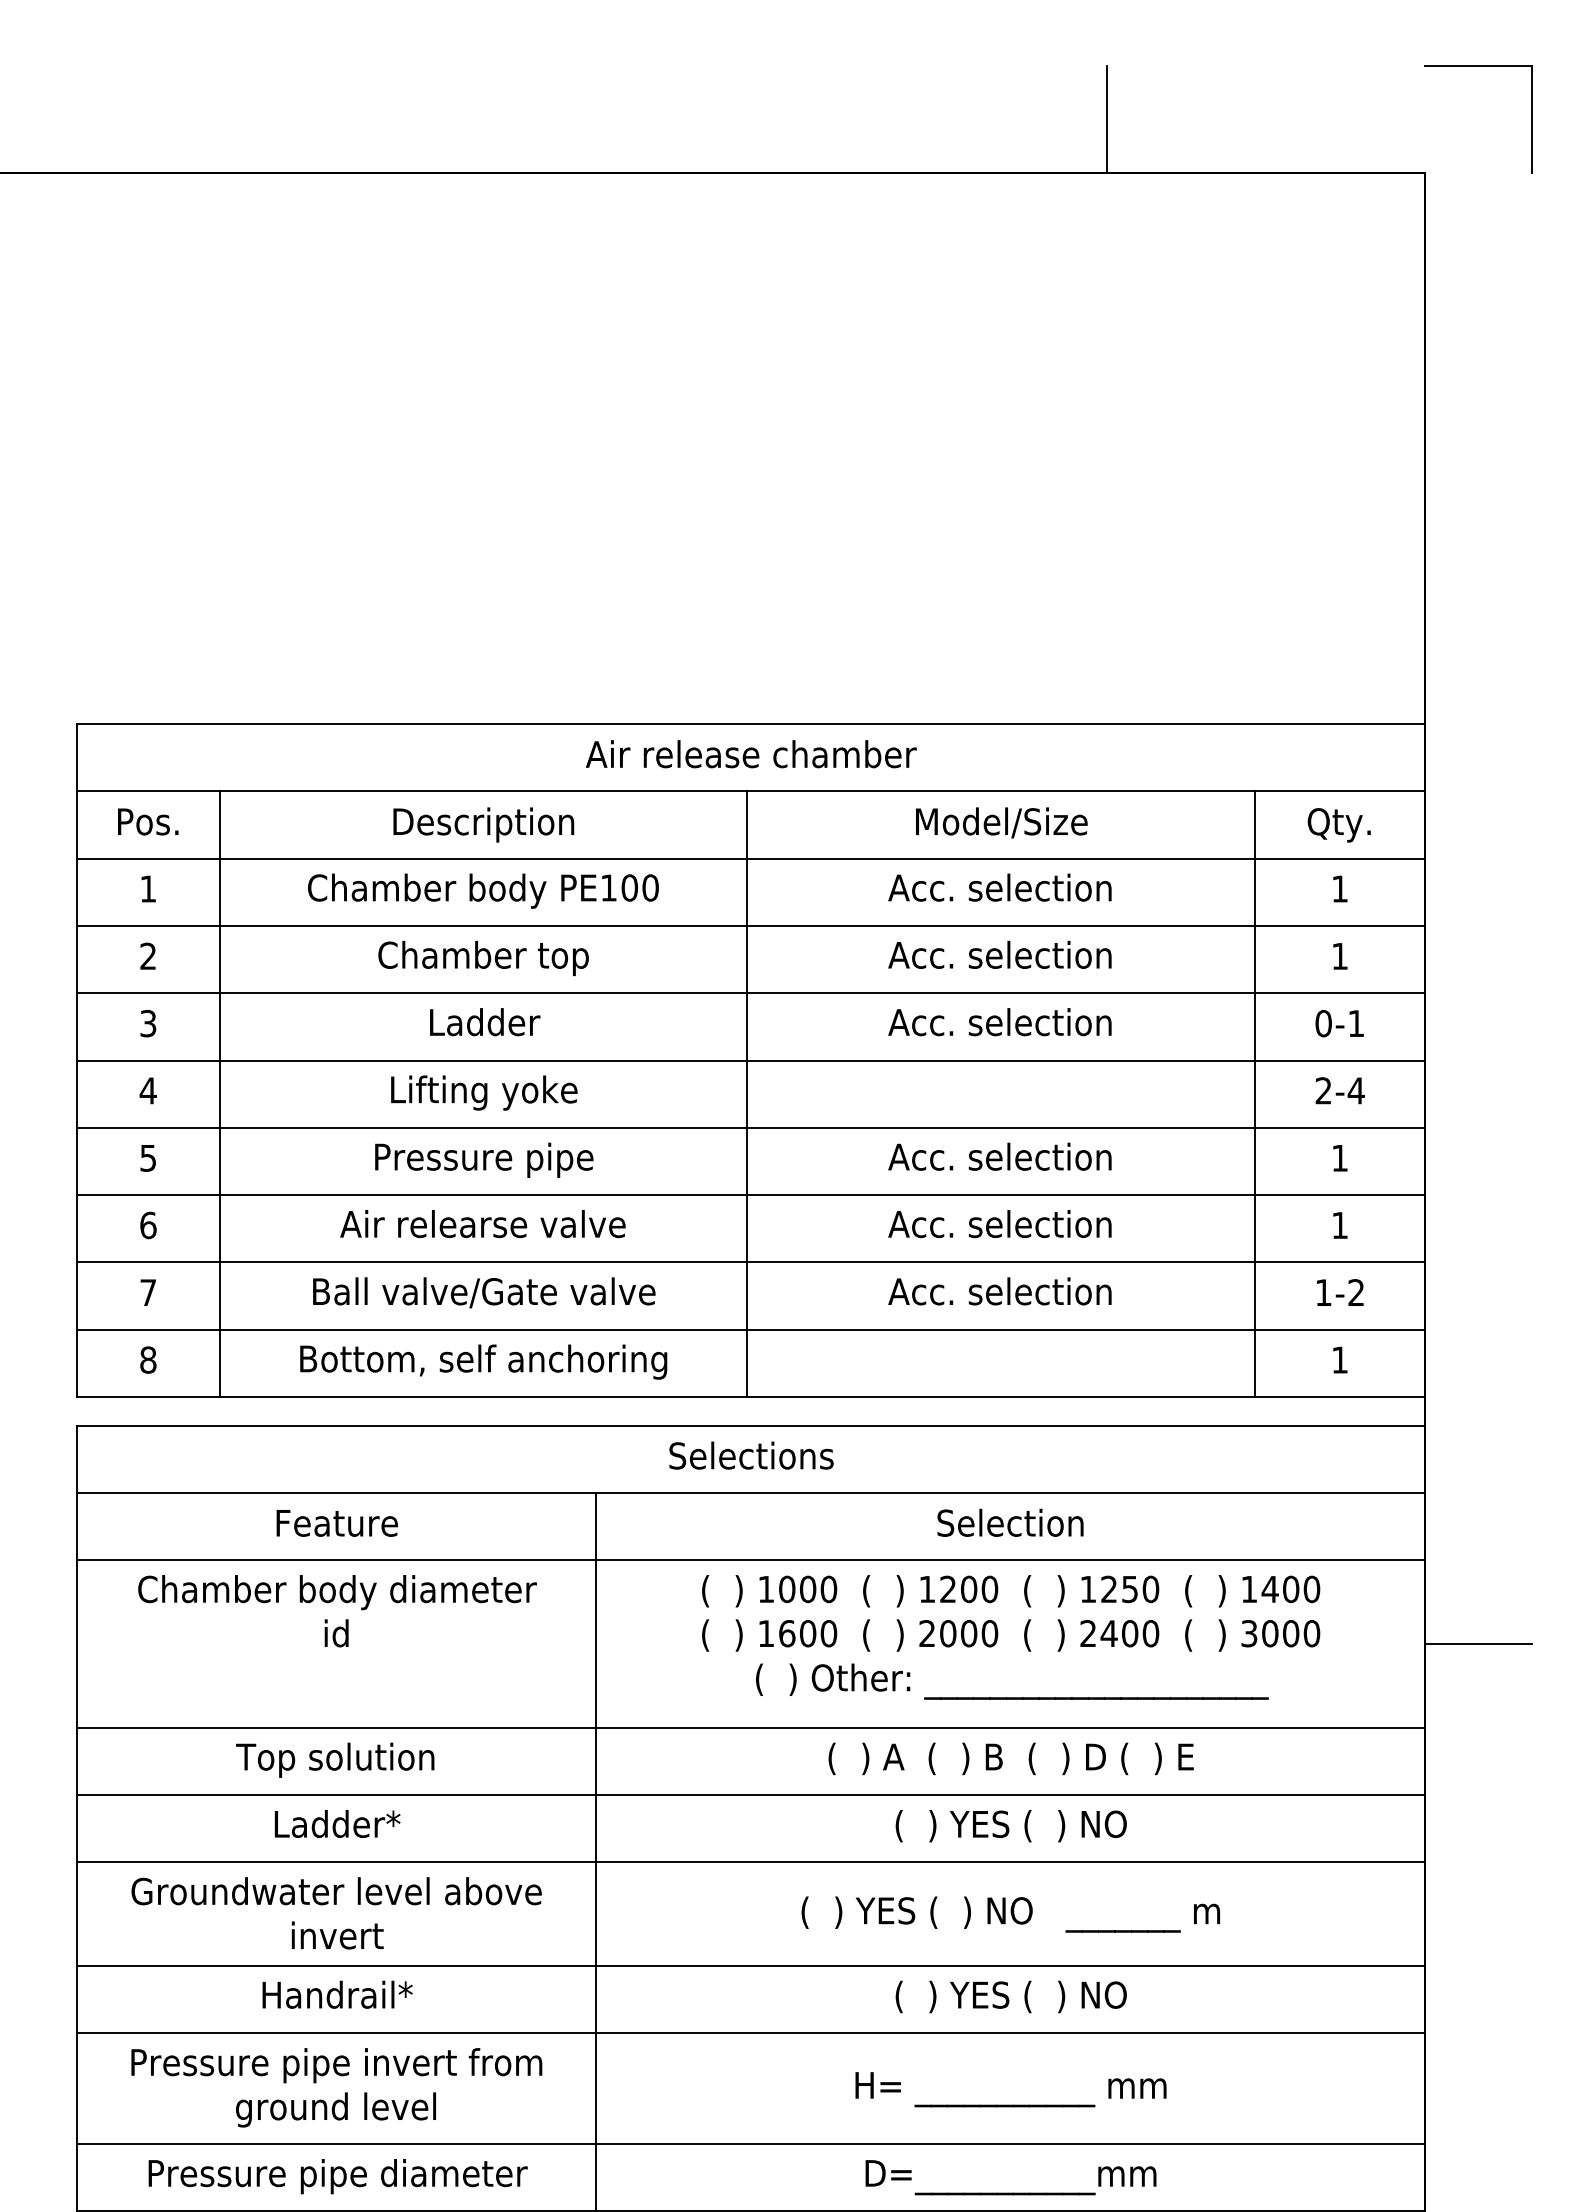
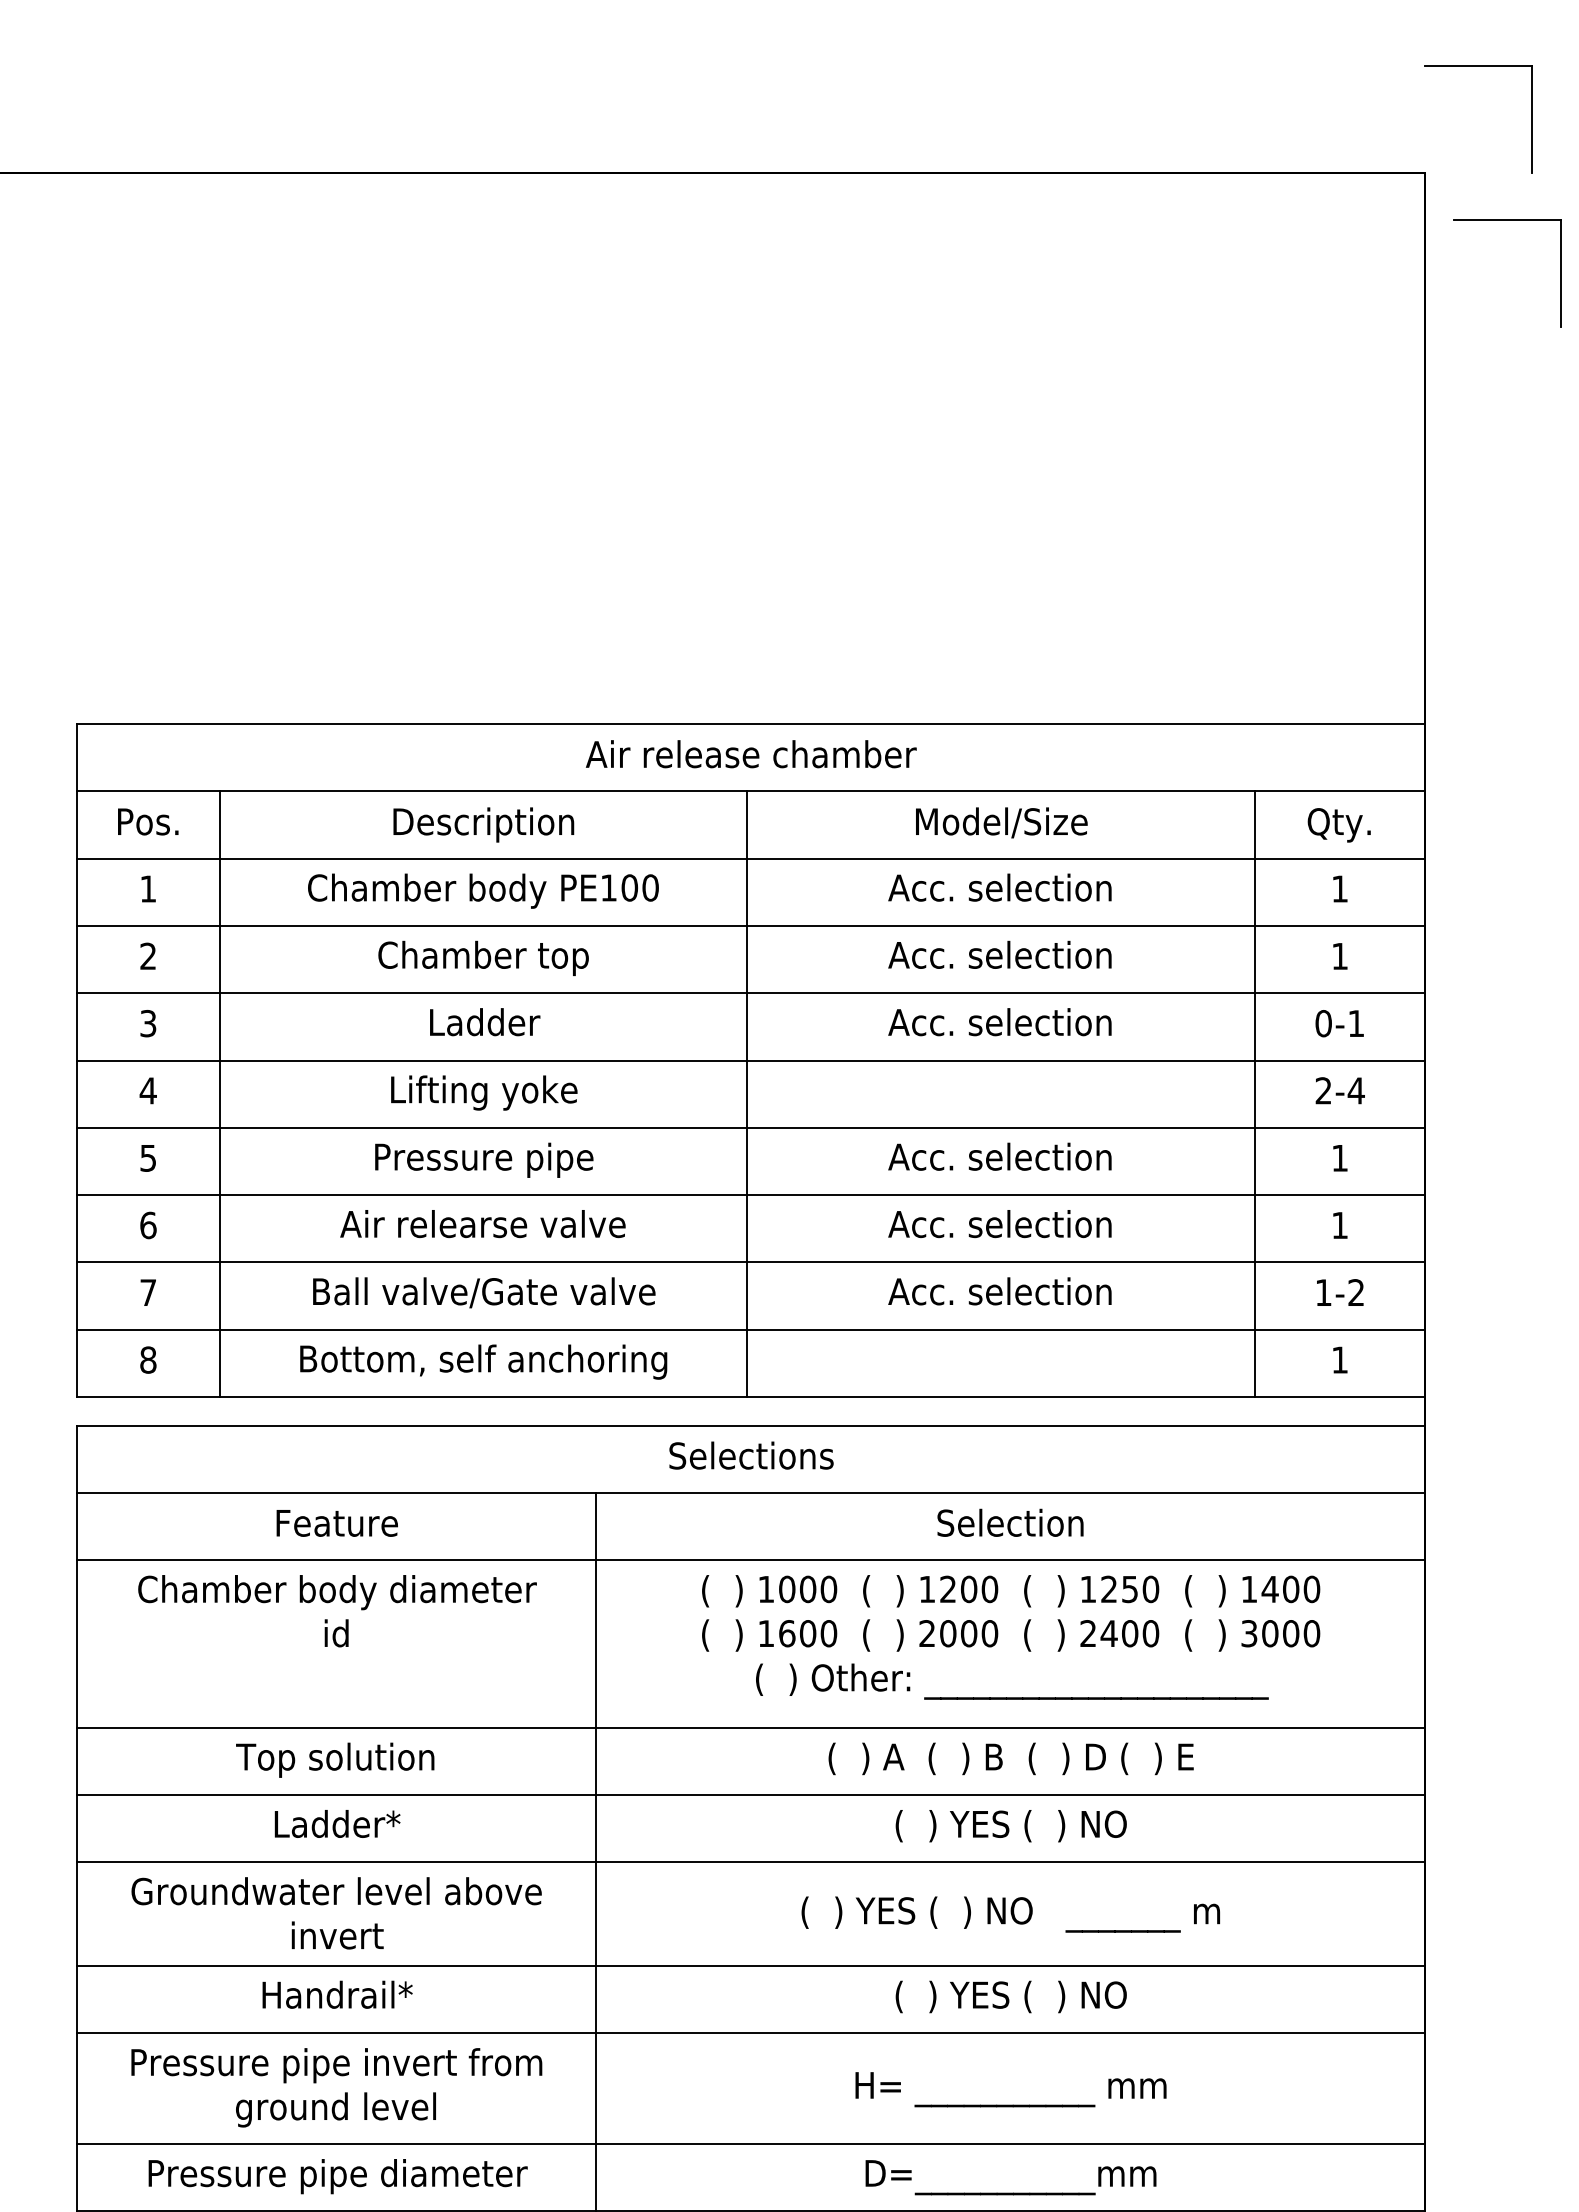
line at (1106, 119): present -> none
part at (1507, 220): none -> present
line at (1478, 1644): present -> none
